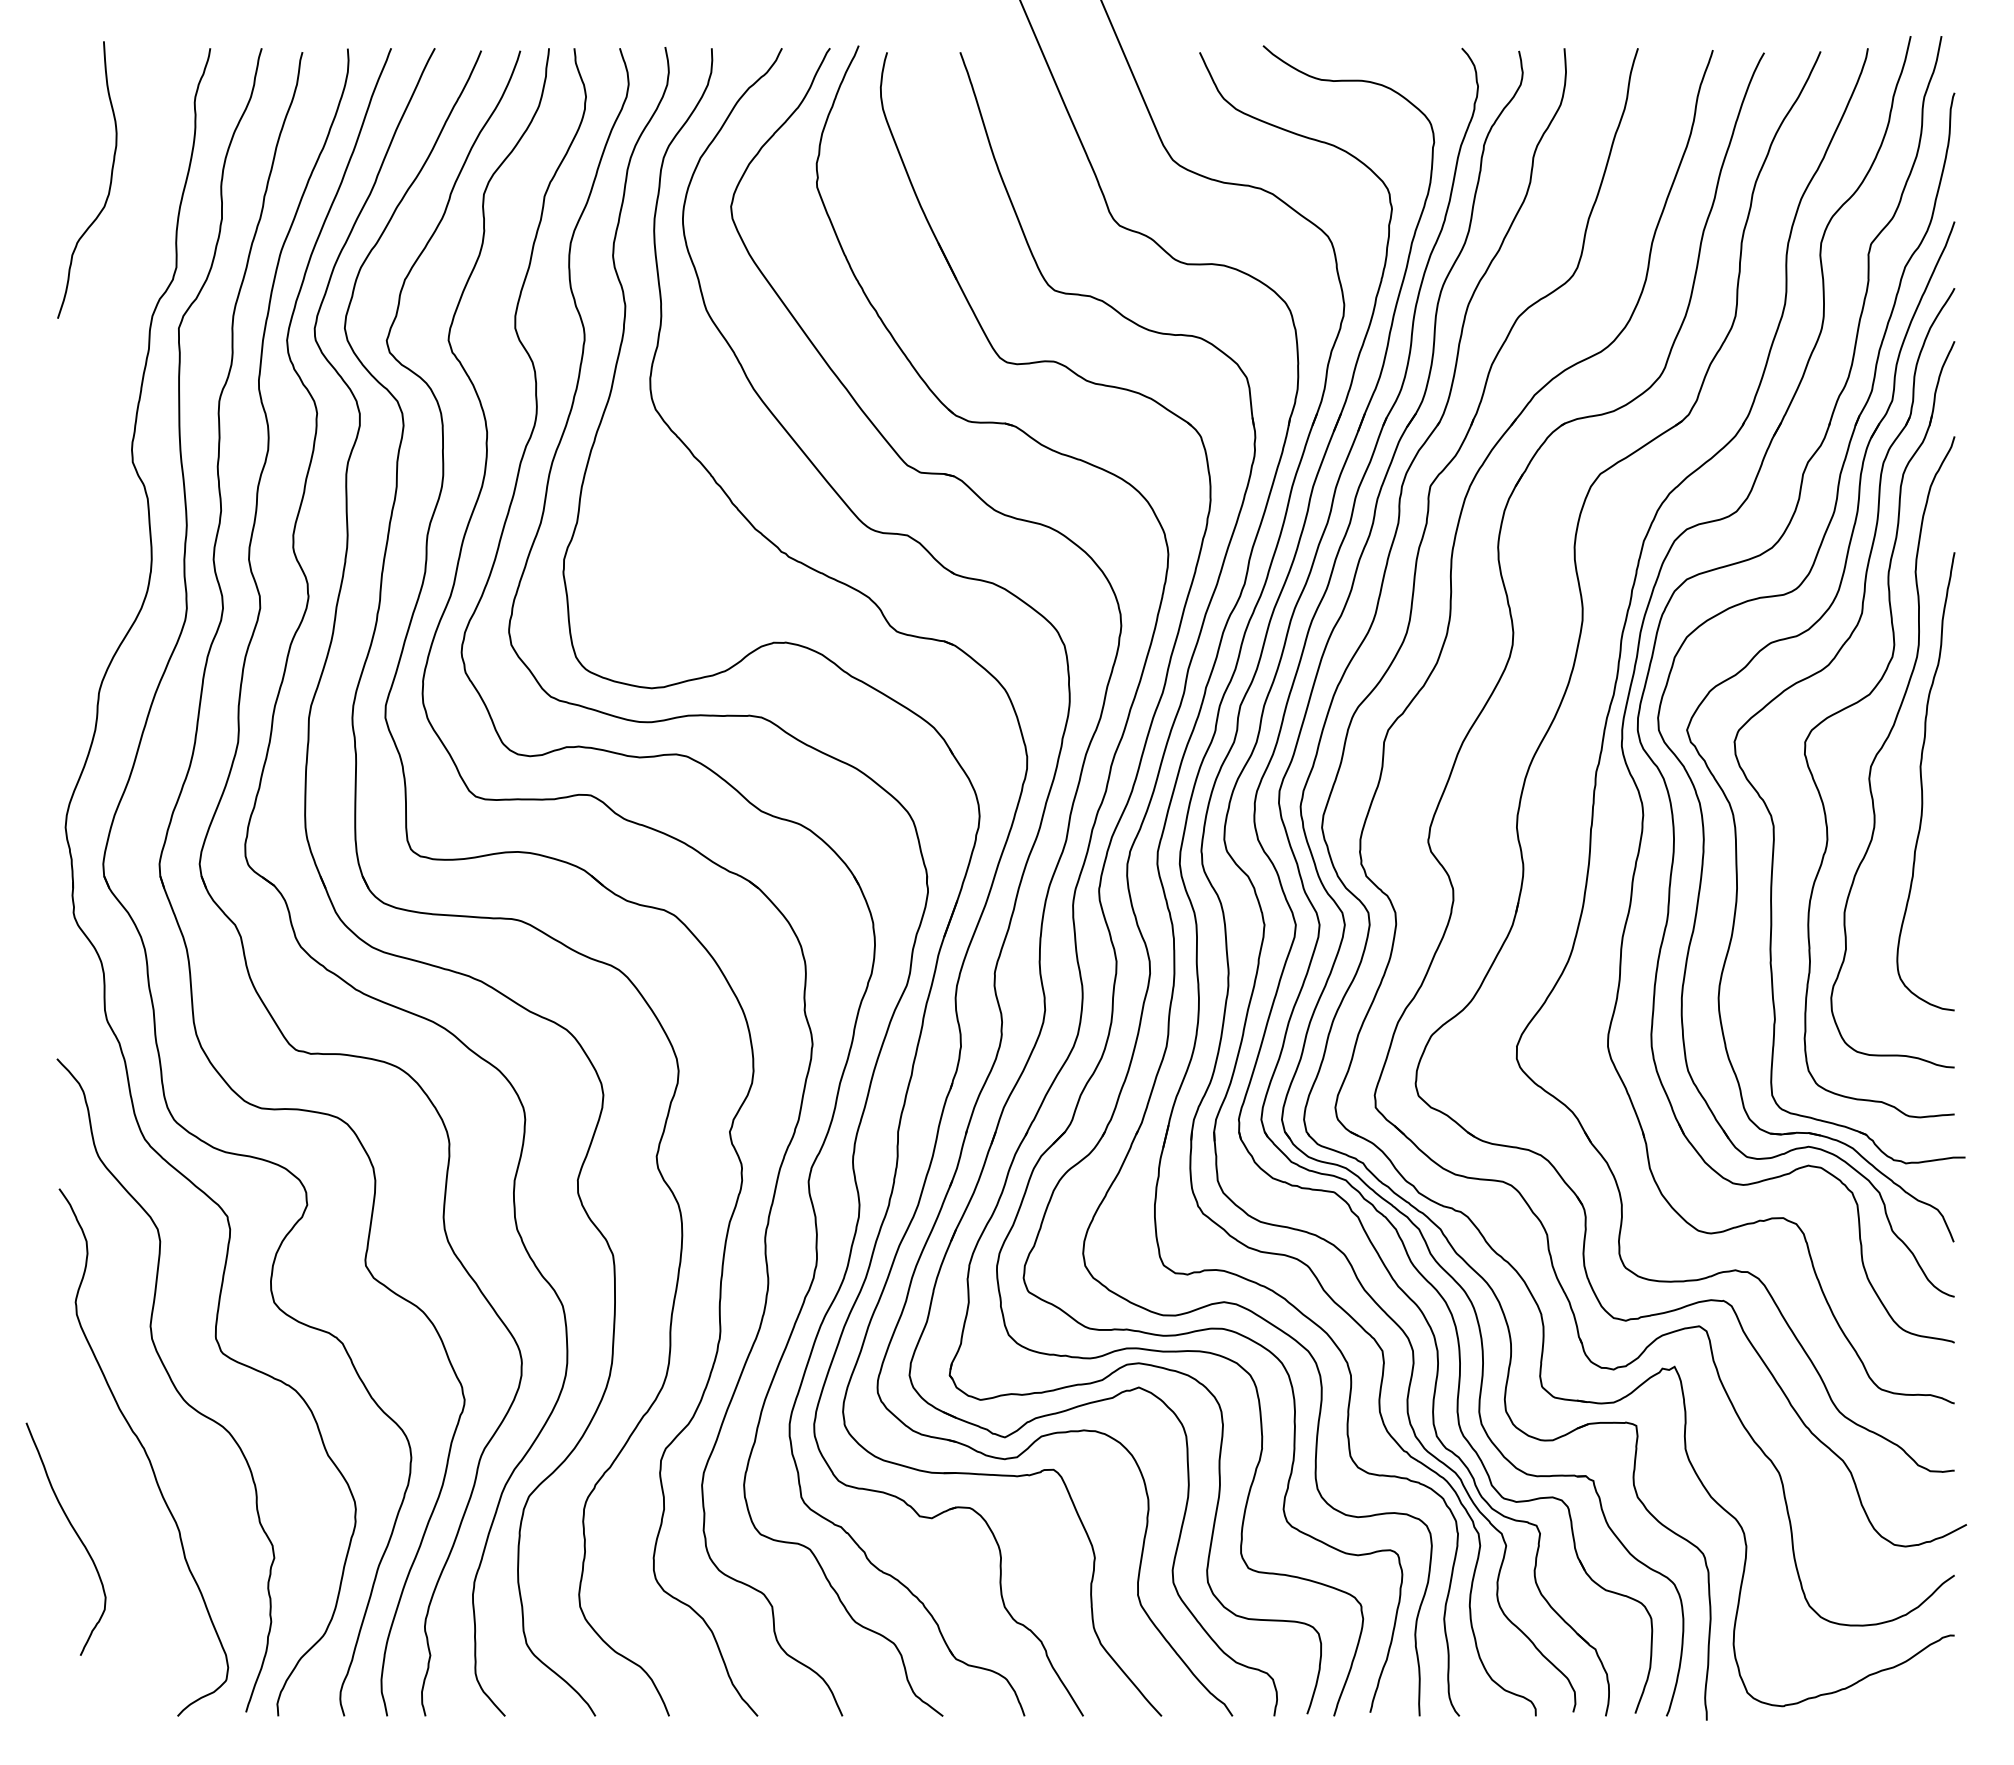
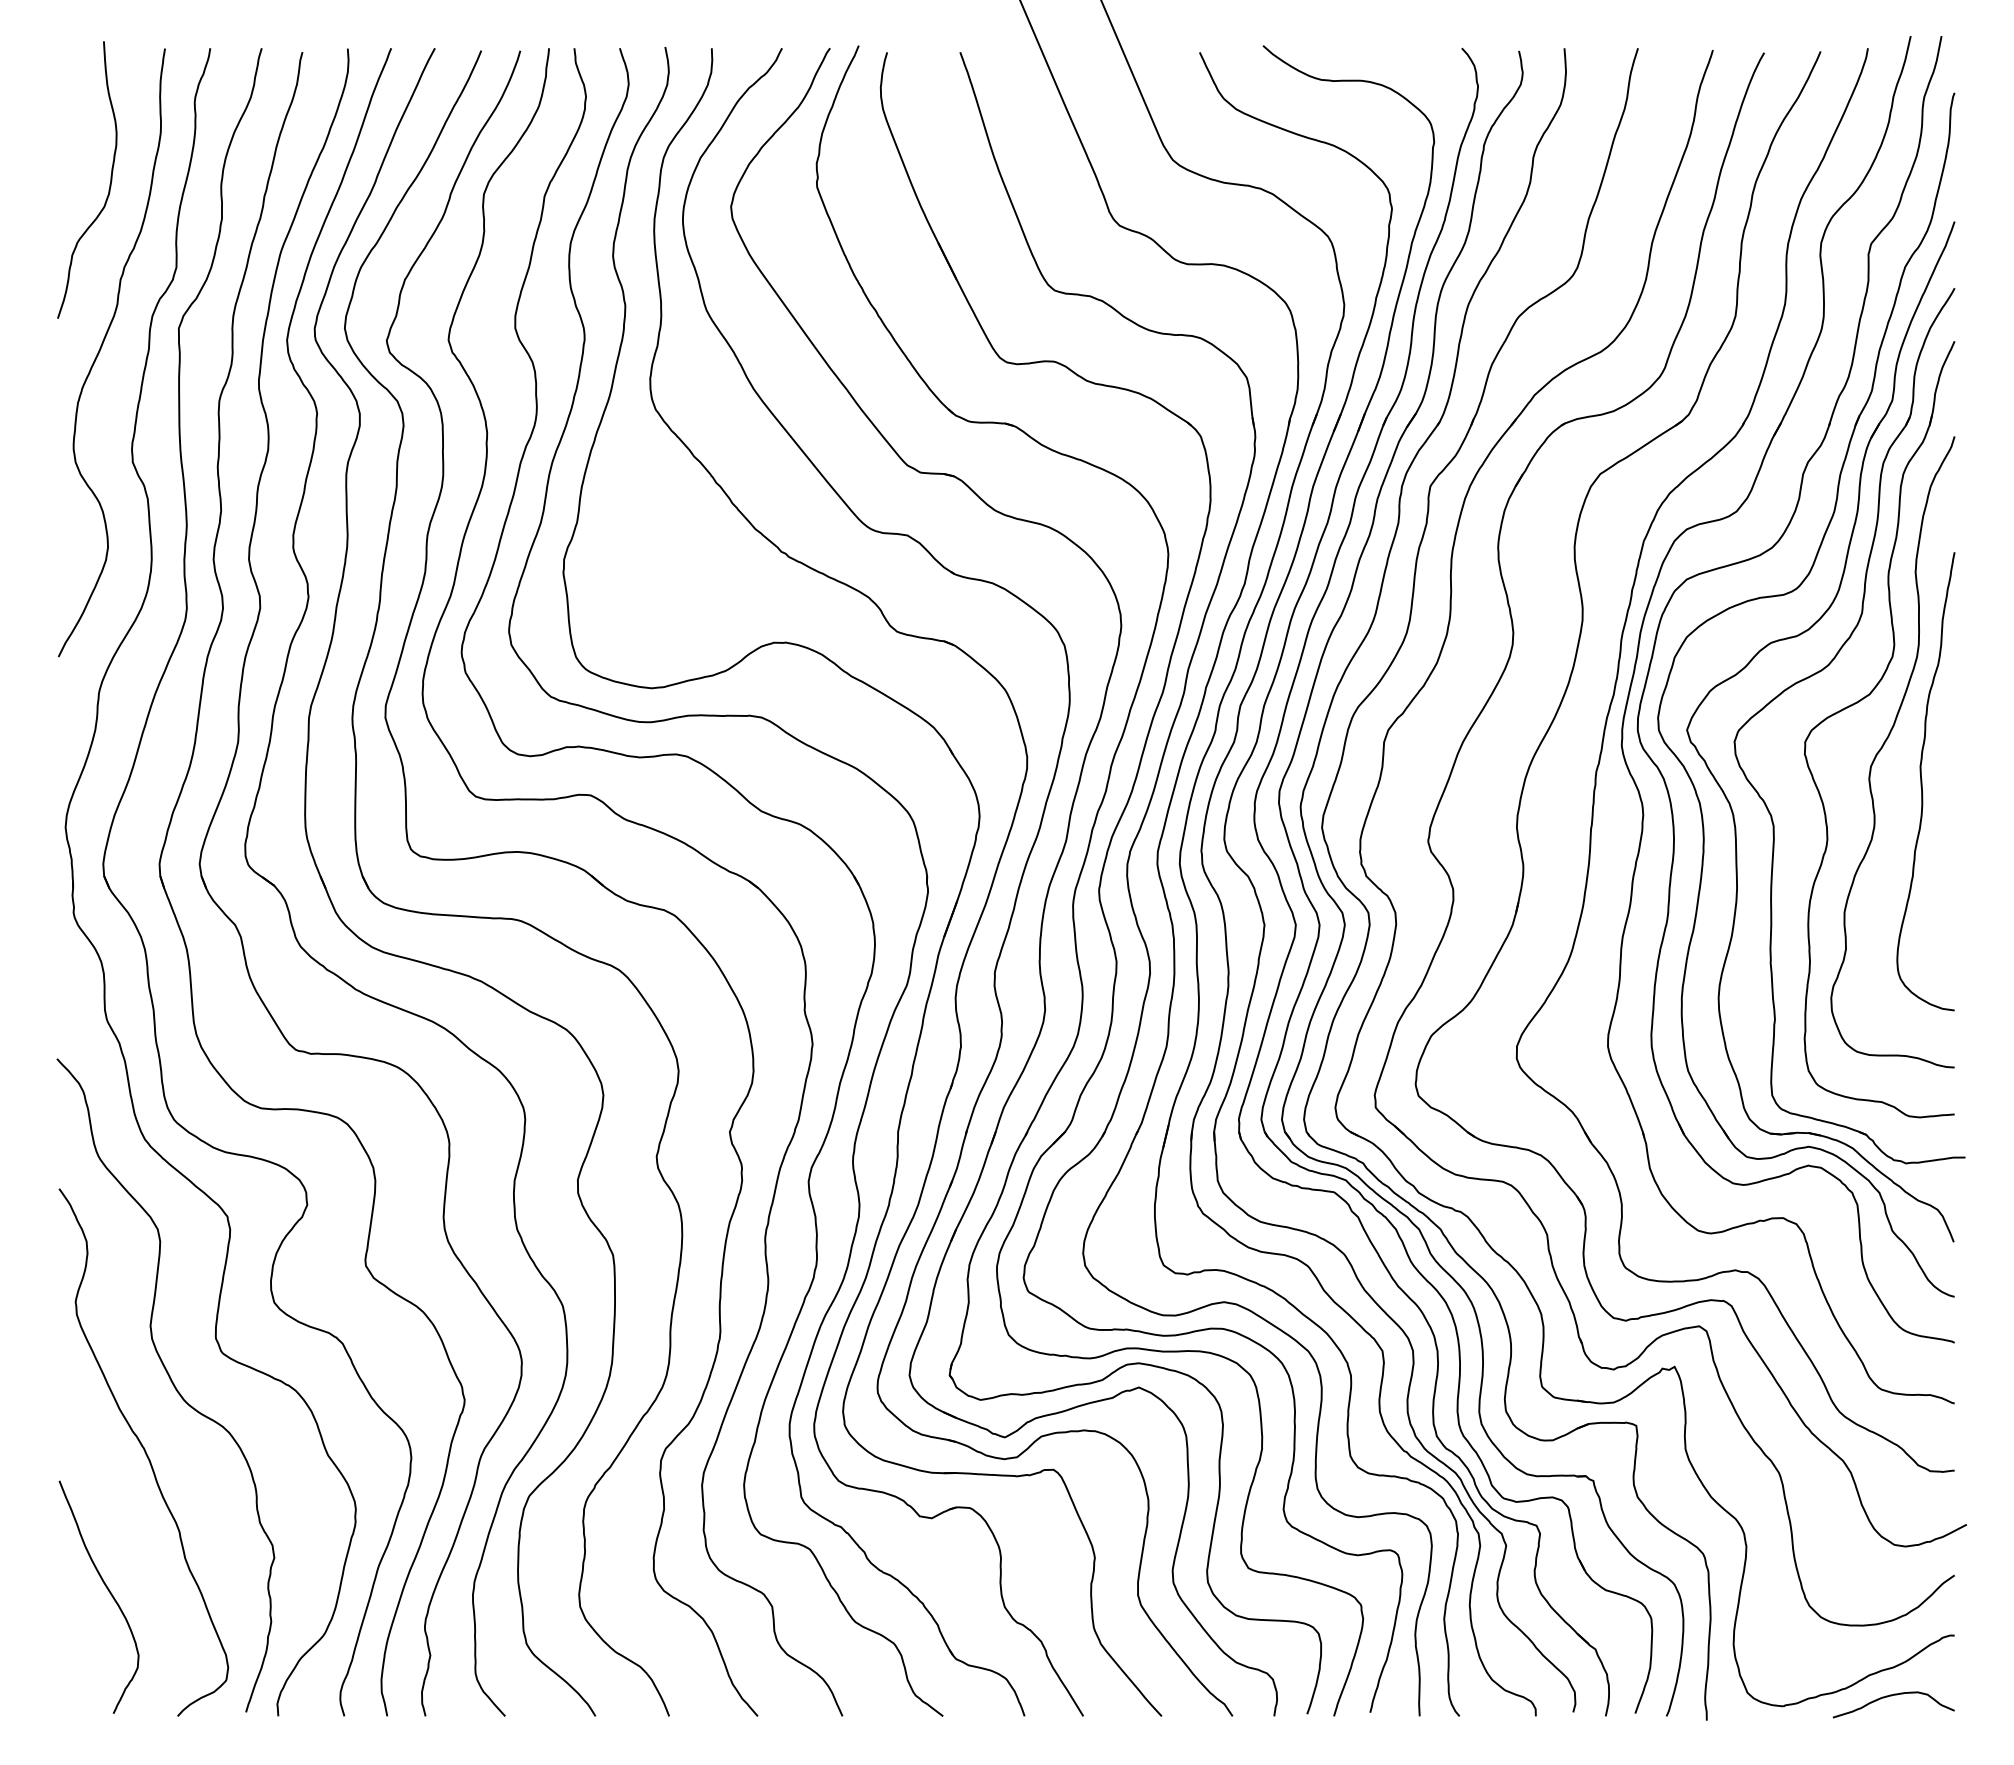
curve at (101, 349): none -> present
curve at (74, 1532) position: (74, 1532) -> (107, 1590)
curve at (1891, 1696): none -> present
